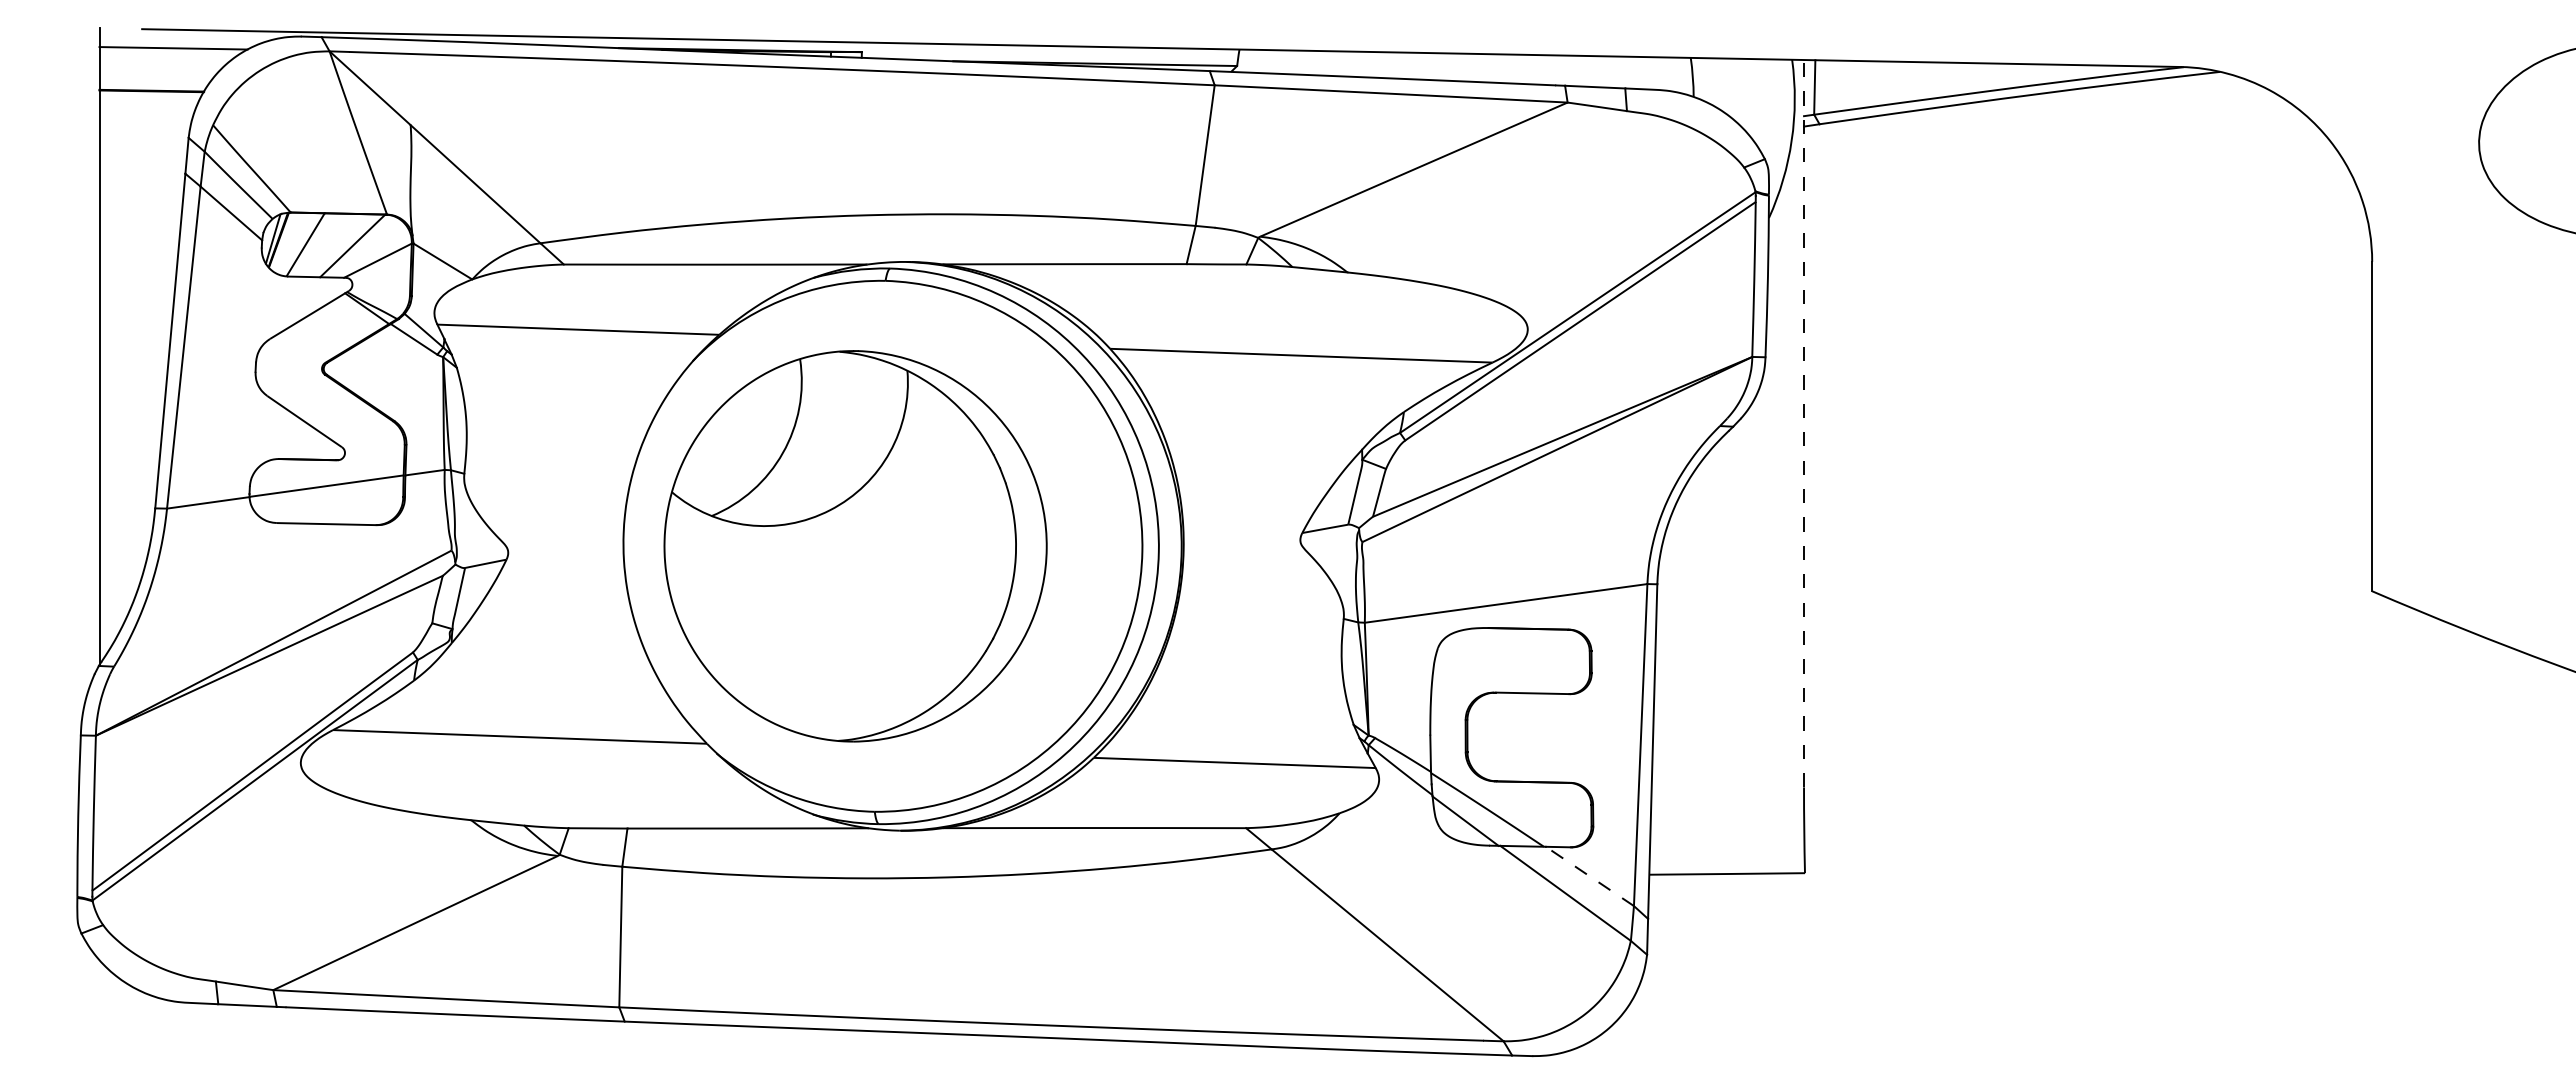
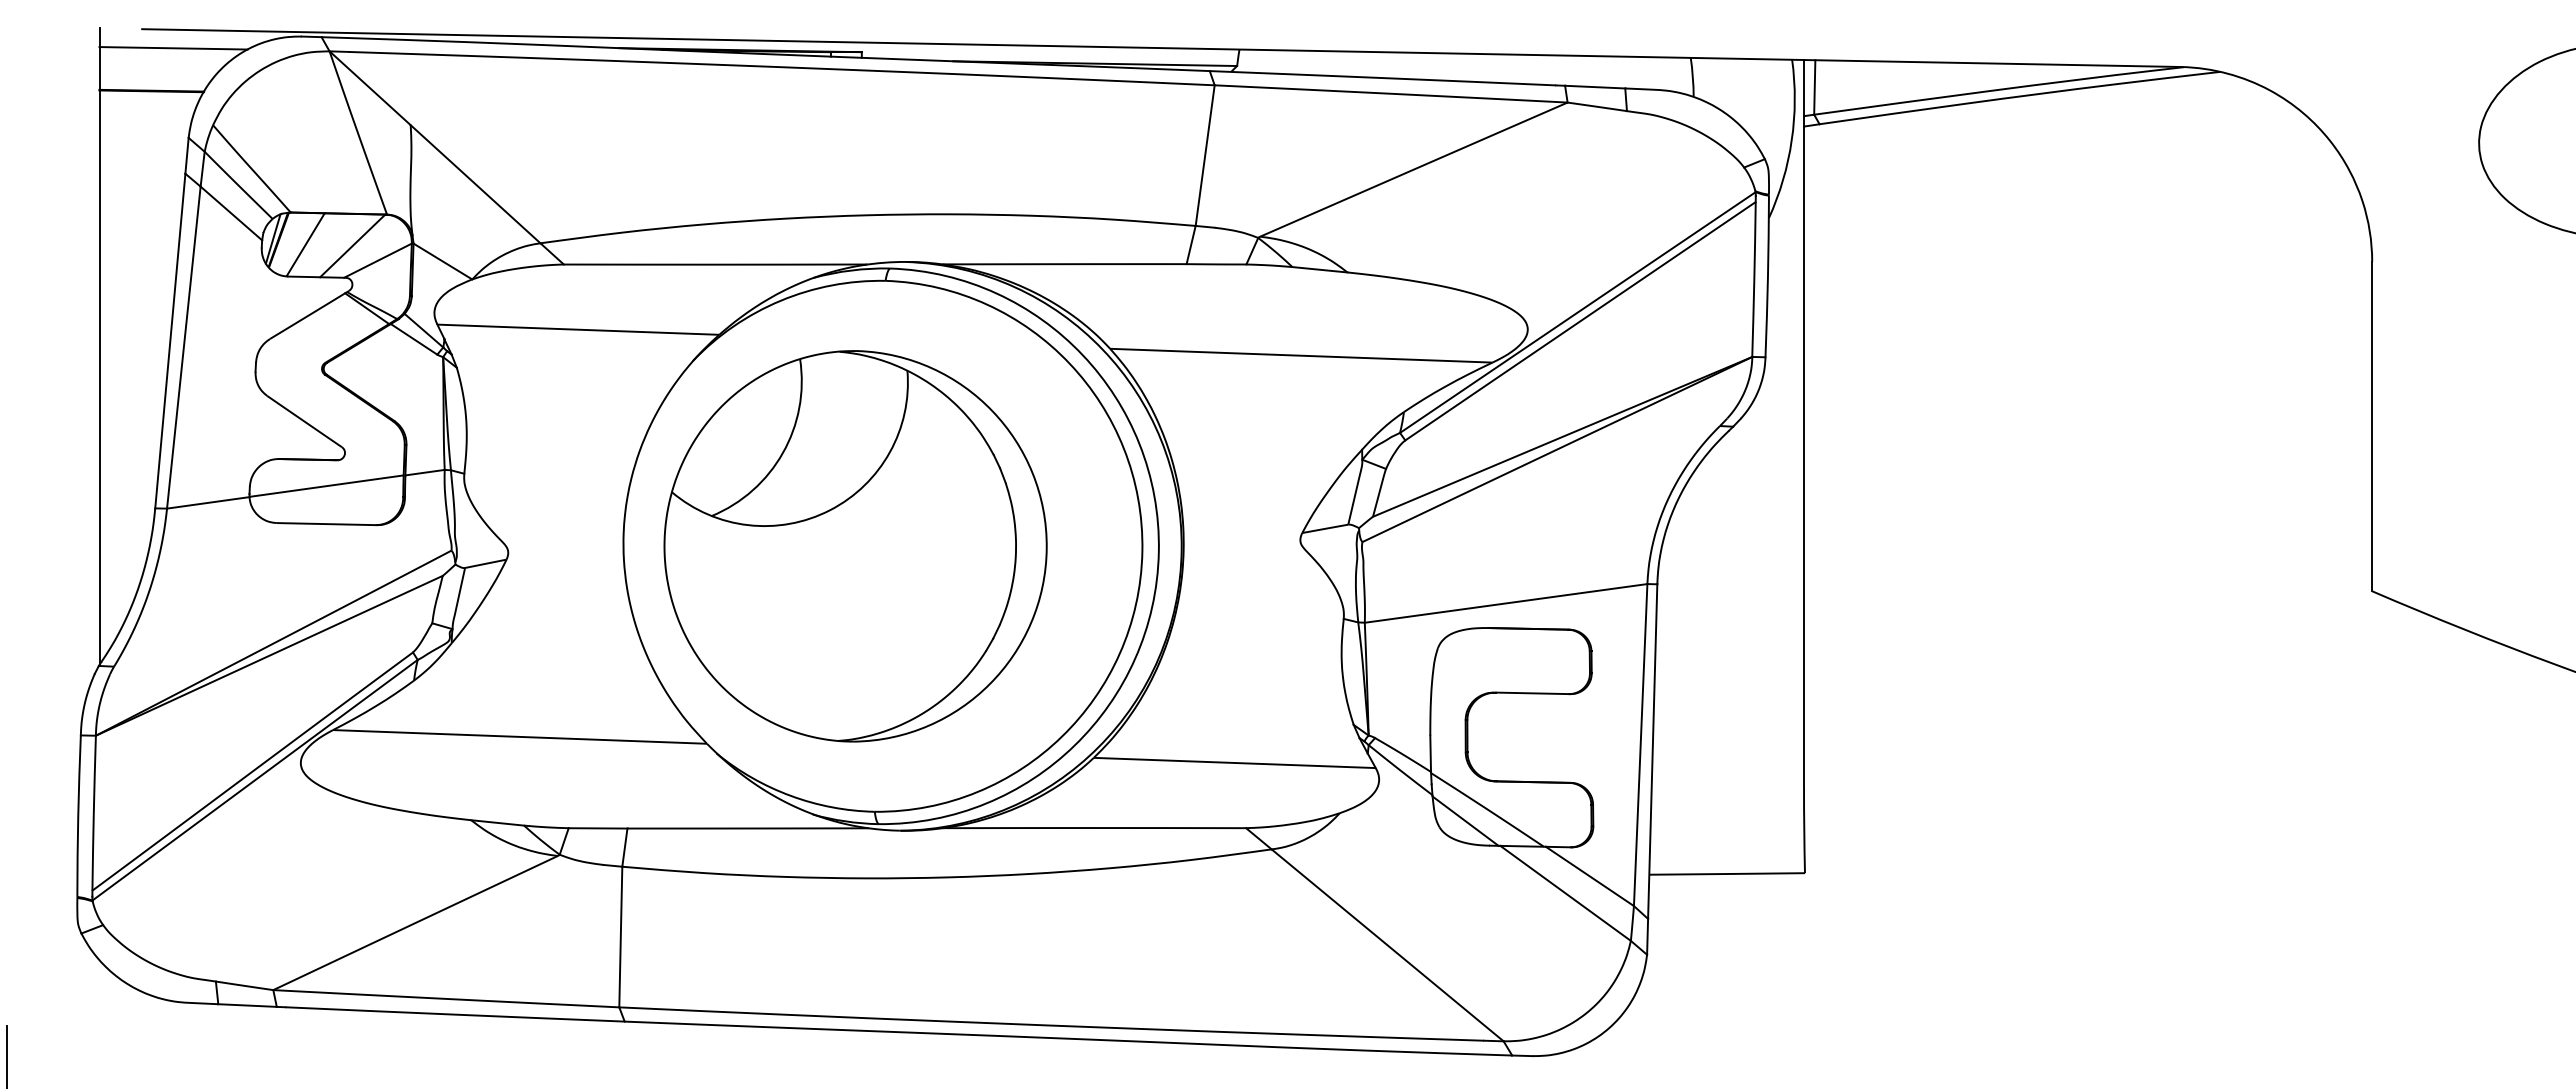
line at (1804, 423): dashed -> solid
line at (1589, 876): dashed -> solid
line at (7, 1055): none -> present
